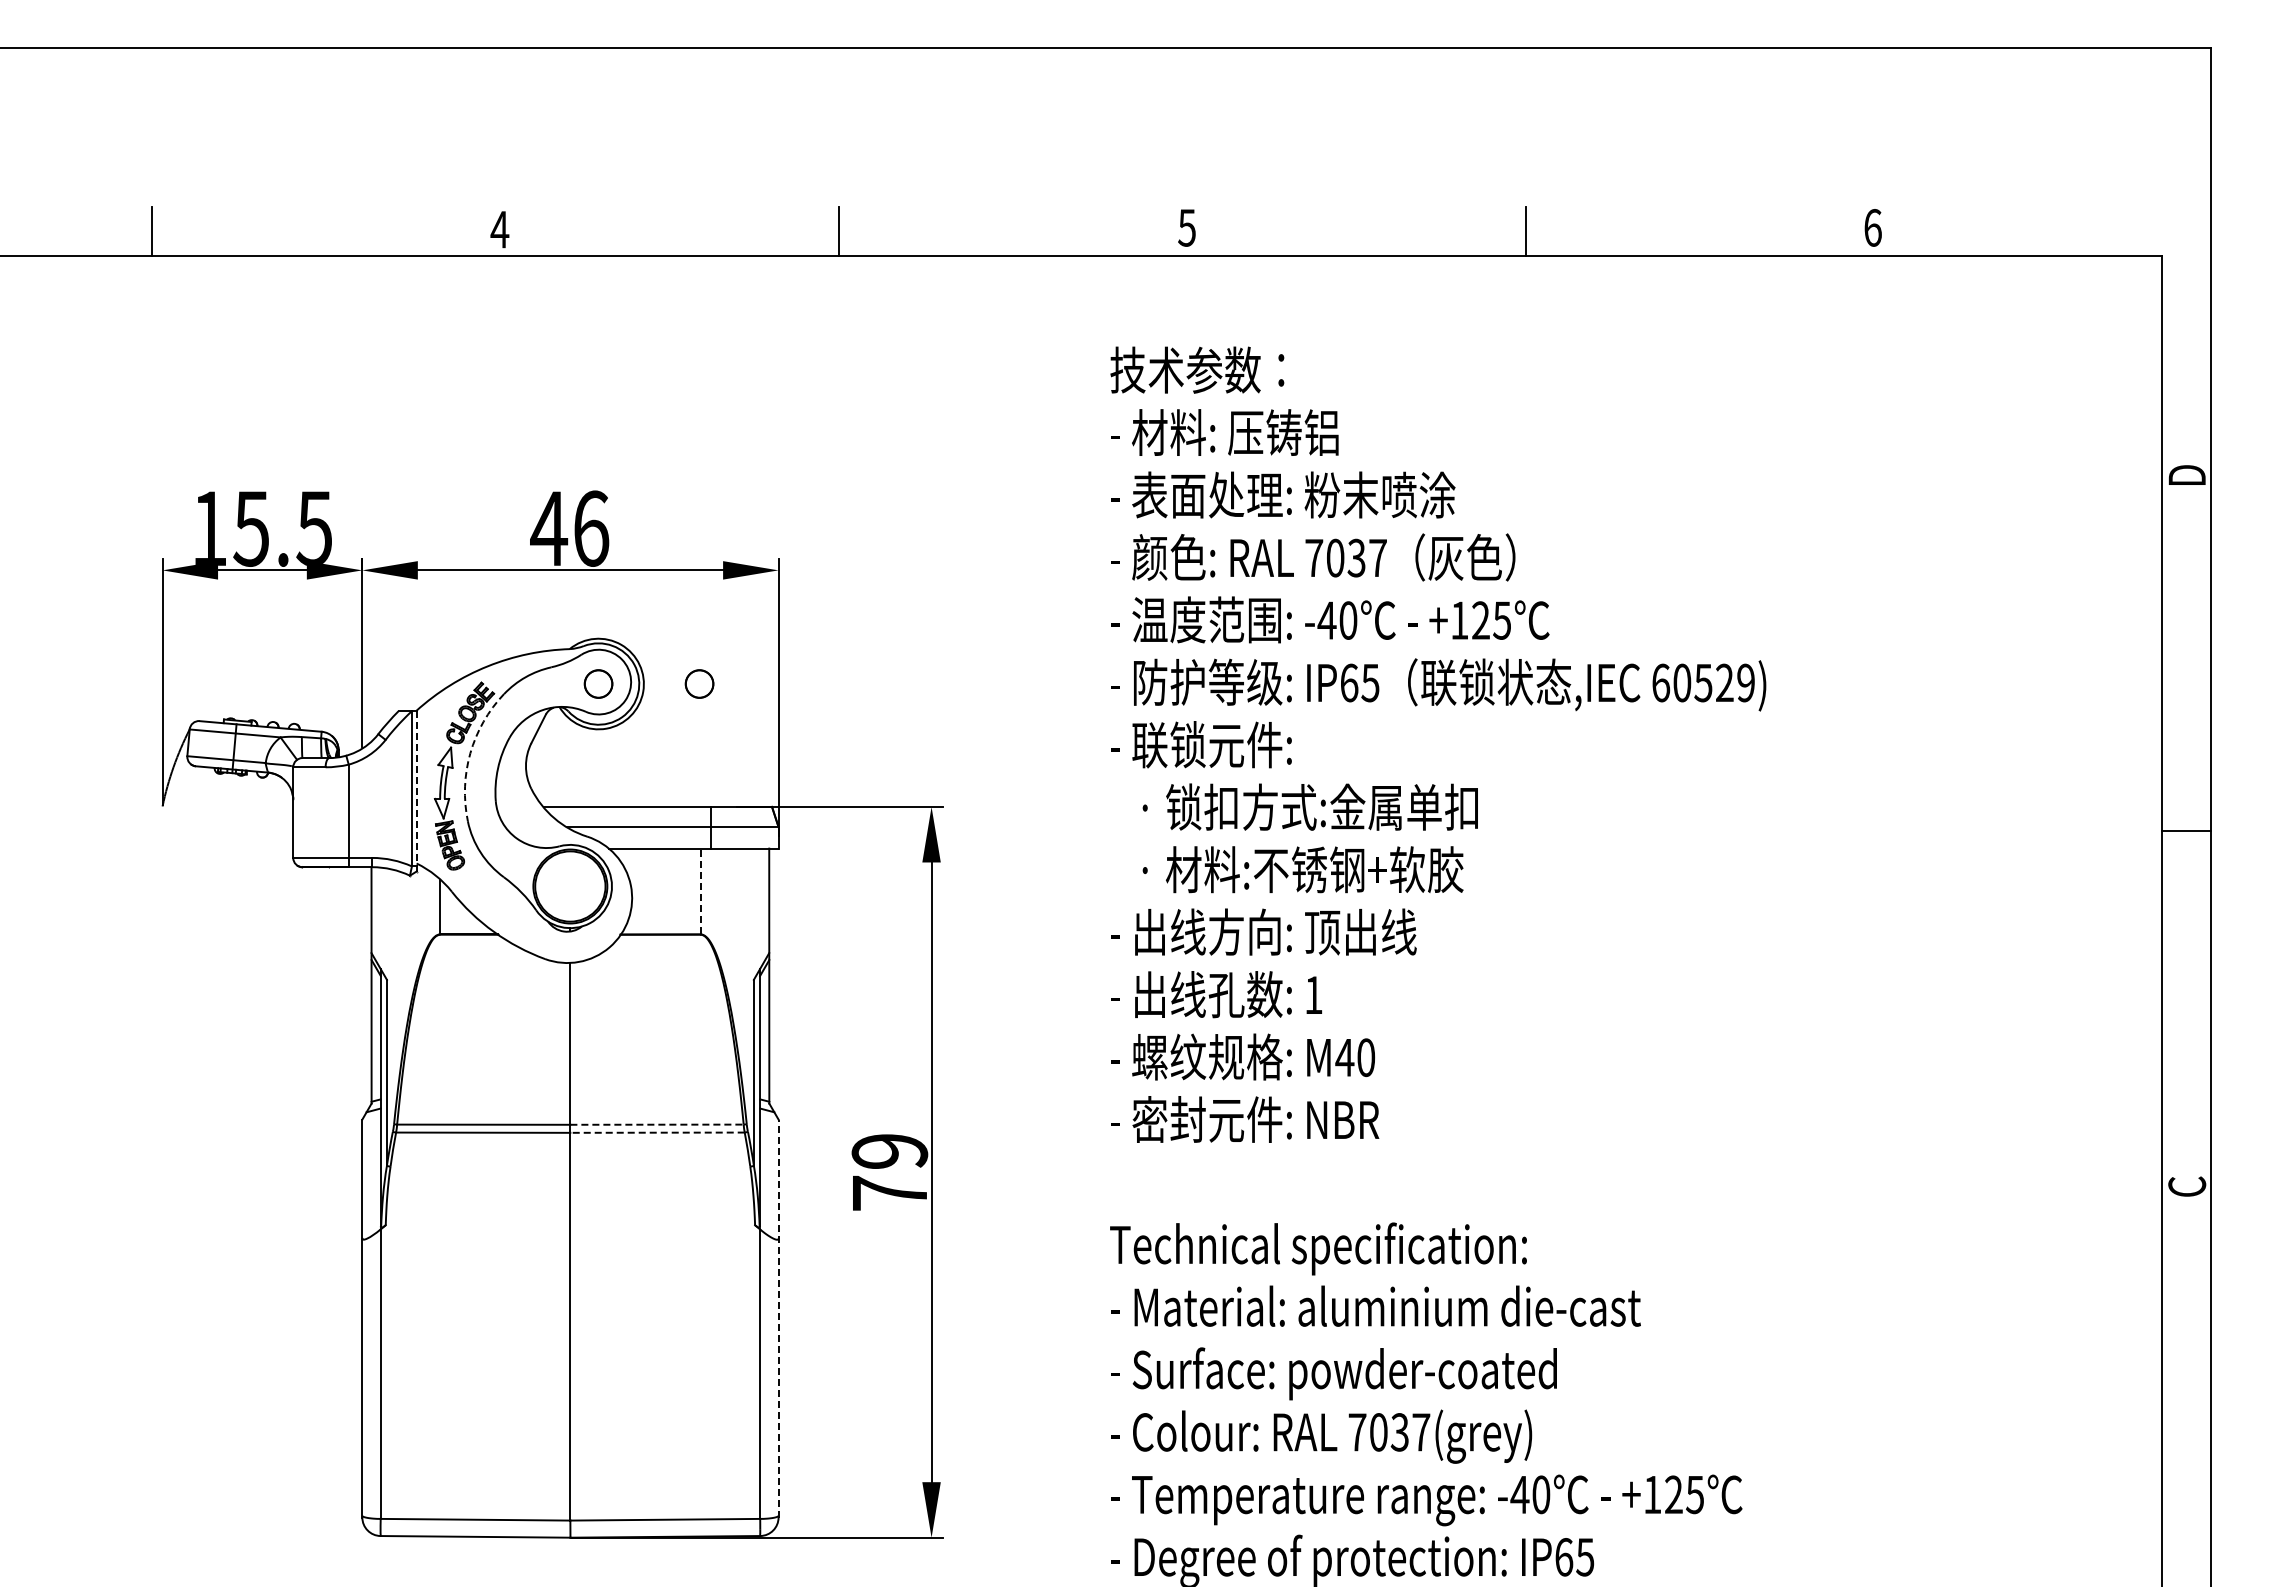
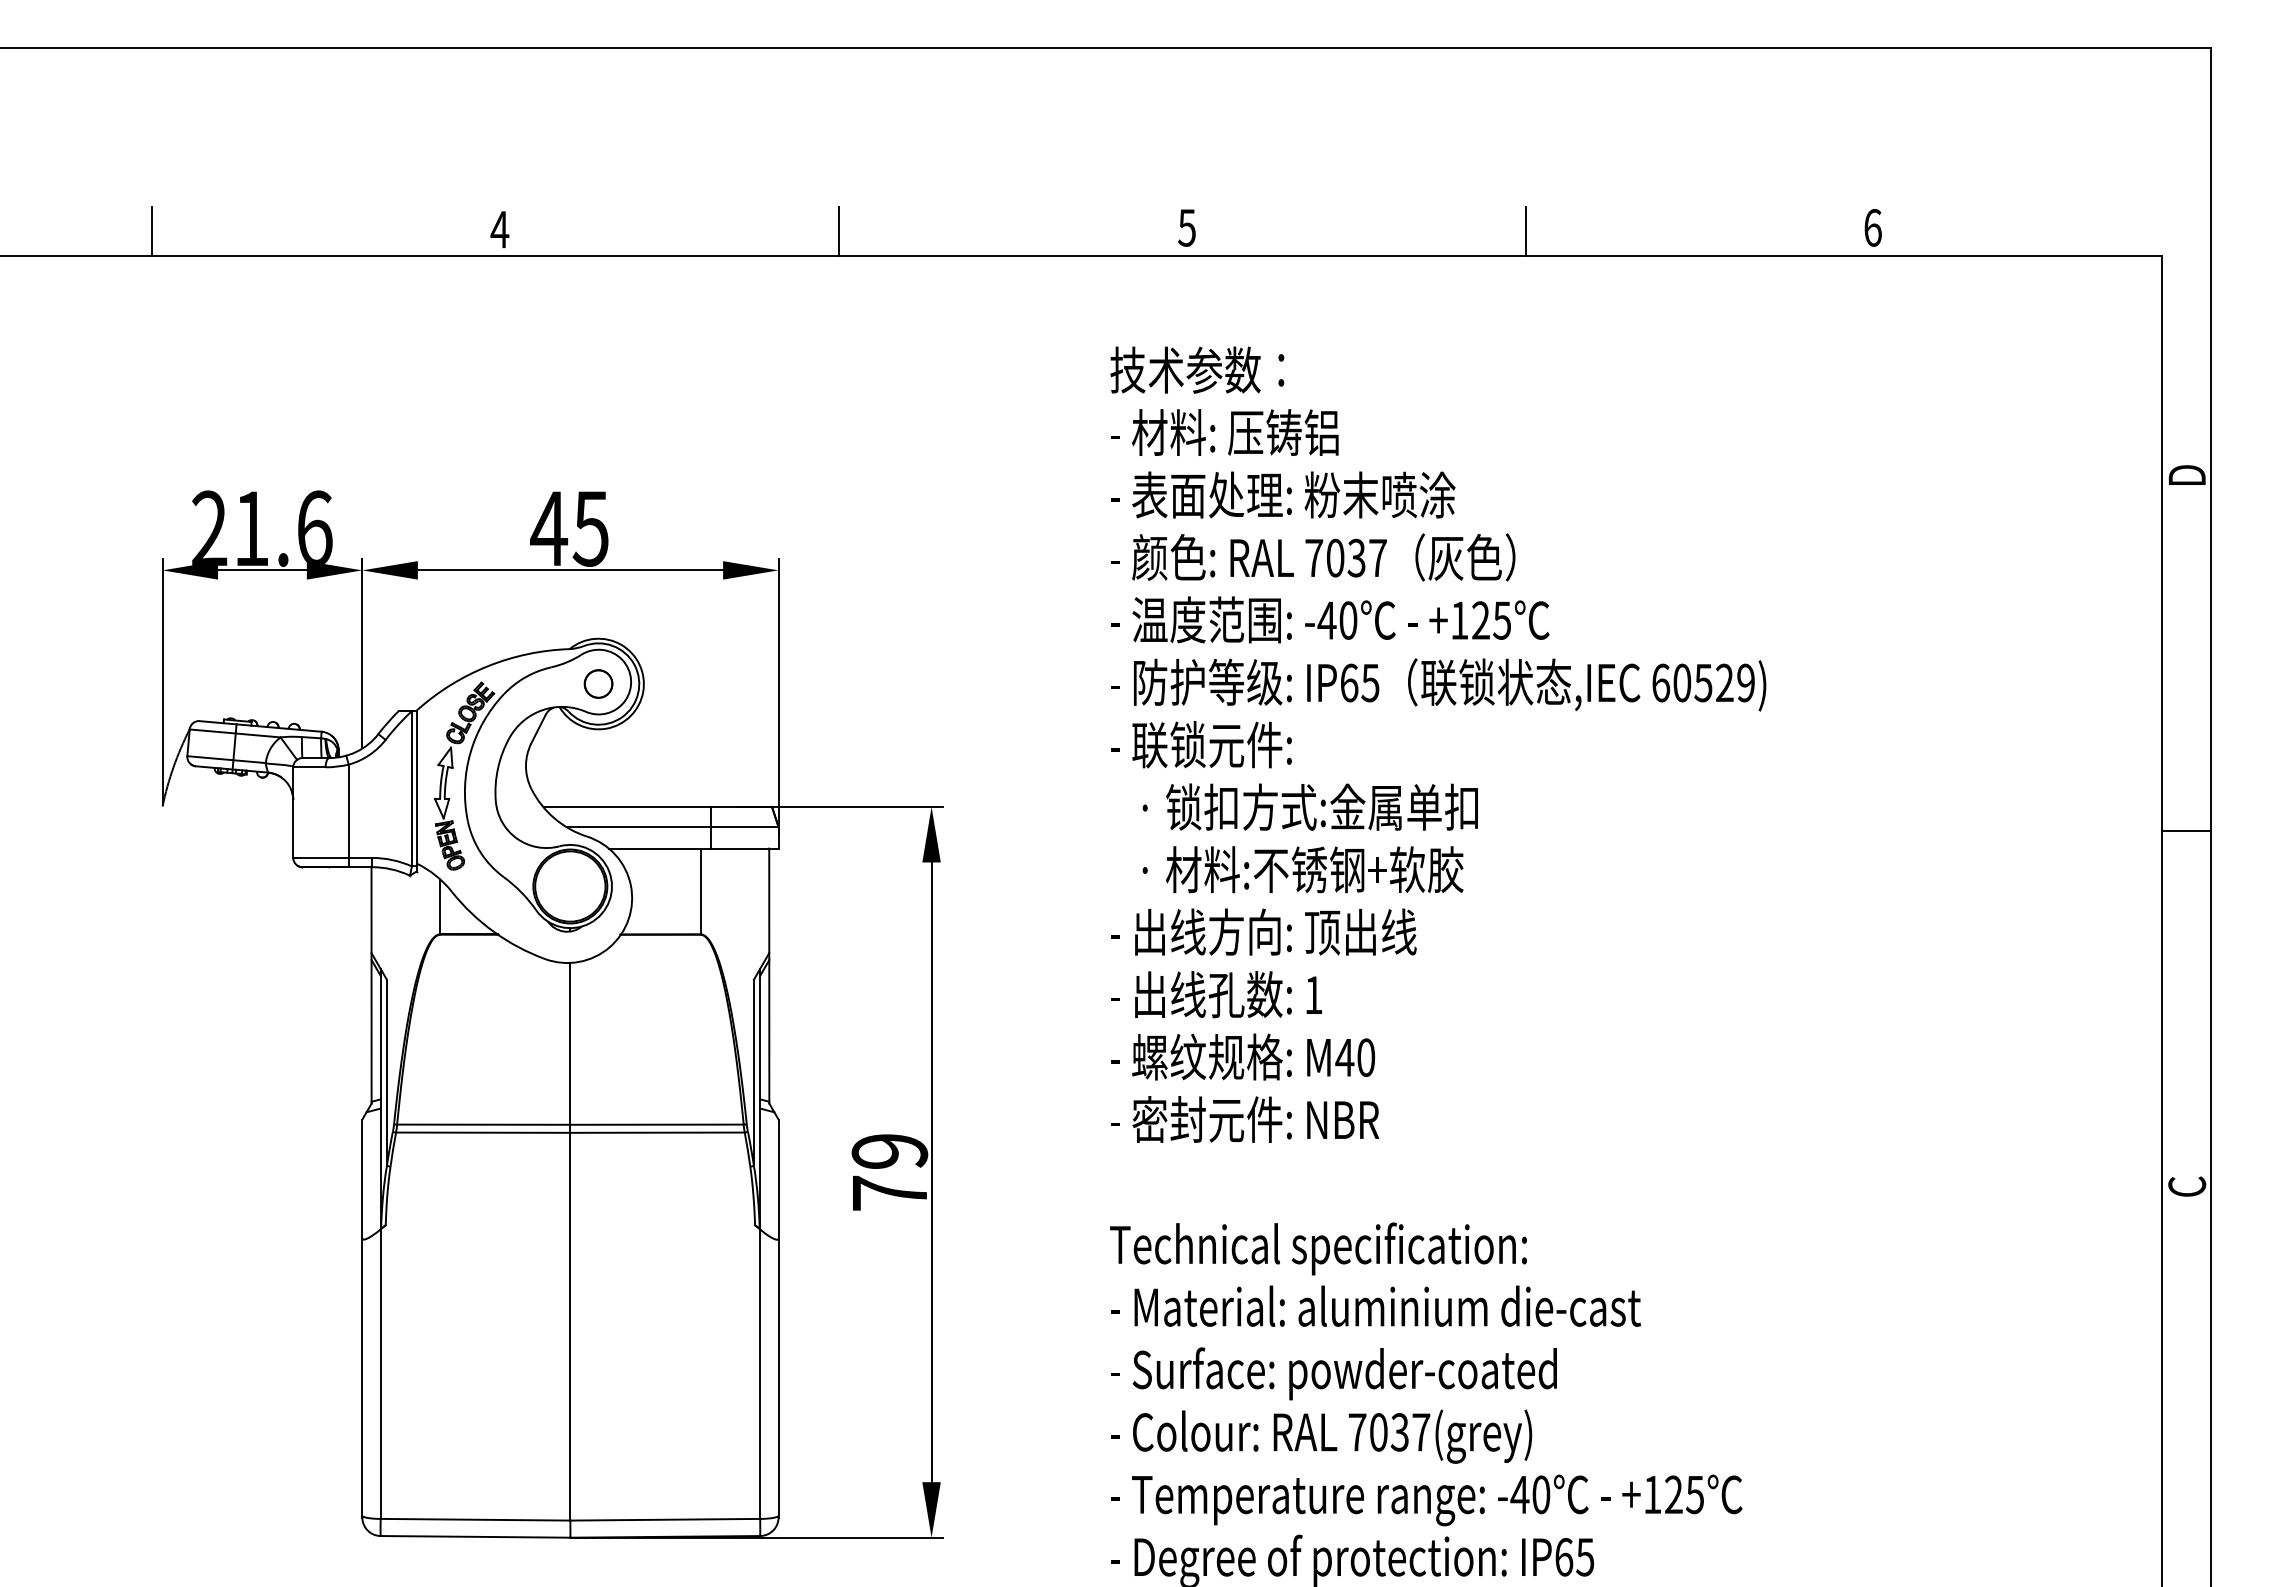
text at (262, 528): 15.5 -> 21.6
text at (590, 528): 46 -> 45
part at (699, 683): present -> none
arc at (470, 753): dashed -> solid
line at (416, 790): dashed -> solid
line at (700, 891): dashed -> solid
line at (657, 1124): dashed -> solid
line at (657, 1132): dashed -> solid
line at (778, 1318): dashed -> solid
